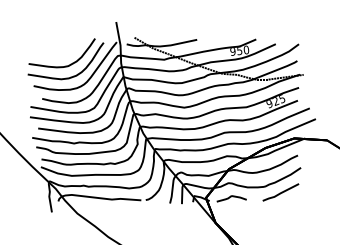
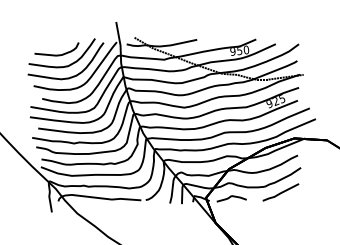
curve at (56, 54): none -> present
